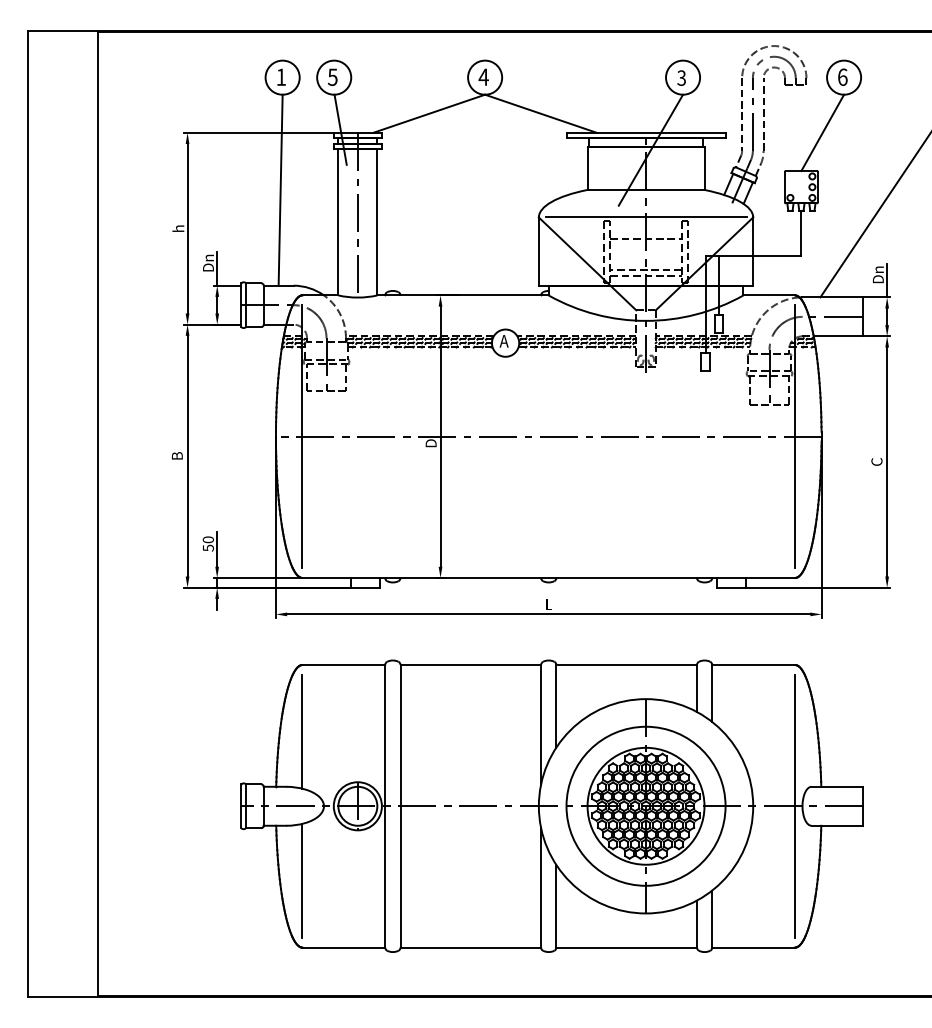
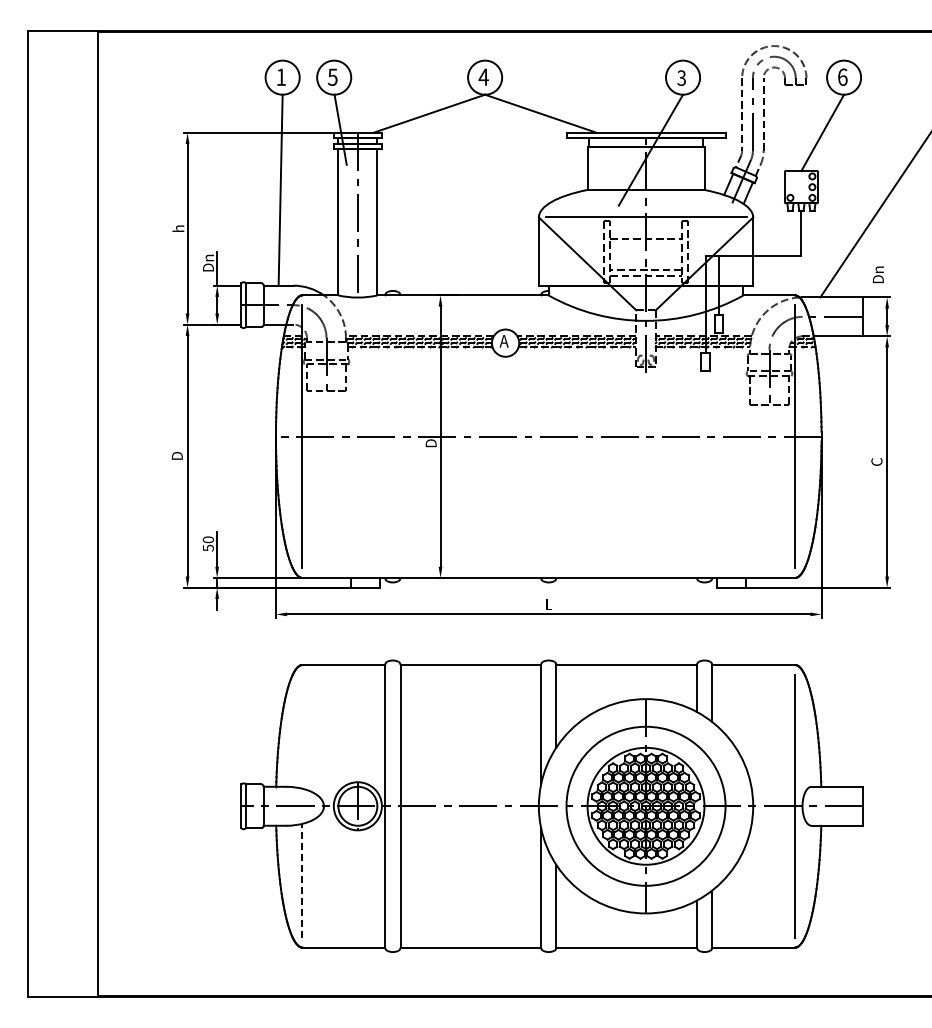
line at (887, 280): present -> none
text at (177, 455): B -> D
line at (302, 731): present -> none
line at (302, 880): solid -> dashed
